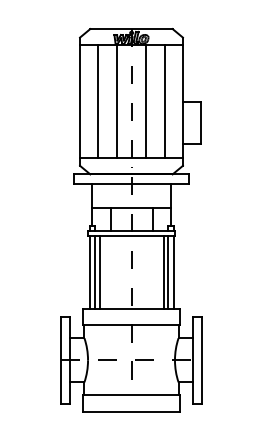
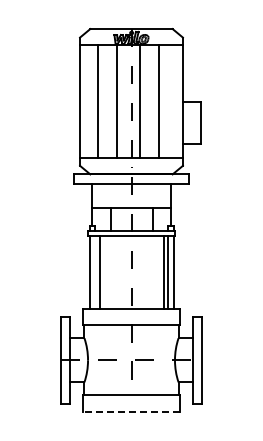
line at (146, 101) position: (146, 101) -> (140, 101)
line at (164, 101) position: (164, 101) -> (158, 101)
line at (95, 272): present -> none
line at (131, 411): solid -> dashed
